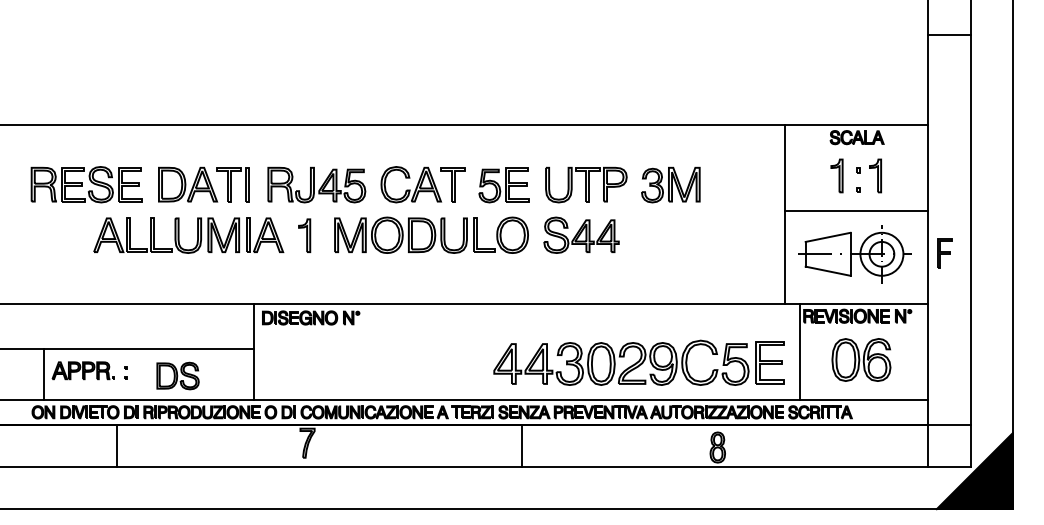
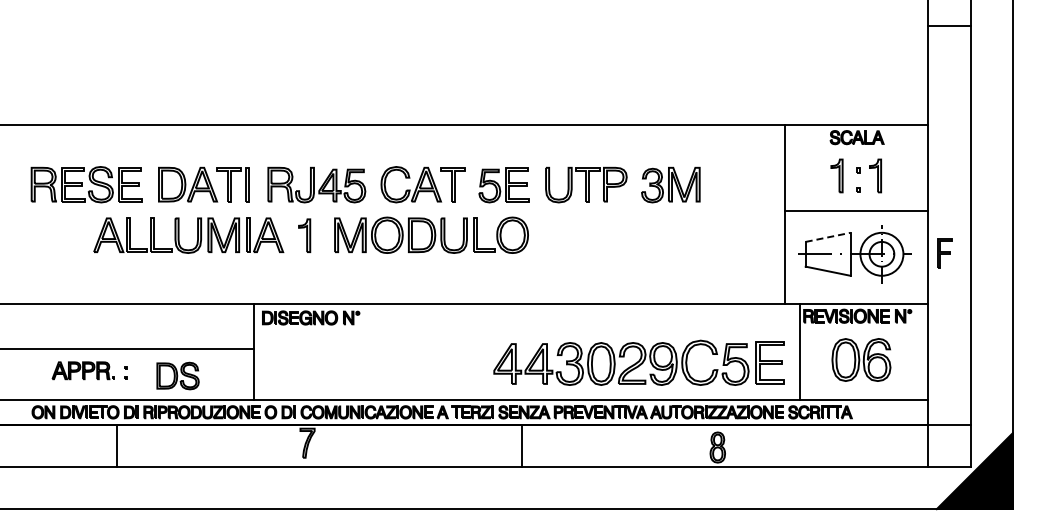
line at (949, 35) position: (949, 35) -> (949, 26)
part at (581, 234): present -> none
line at (828, 237): solid -> dashed
line at (44, 373): present -> none
